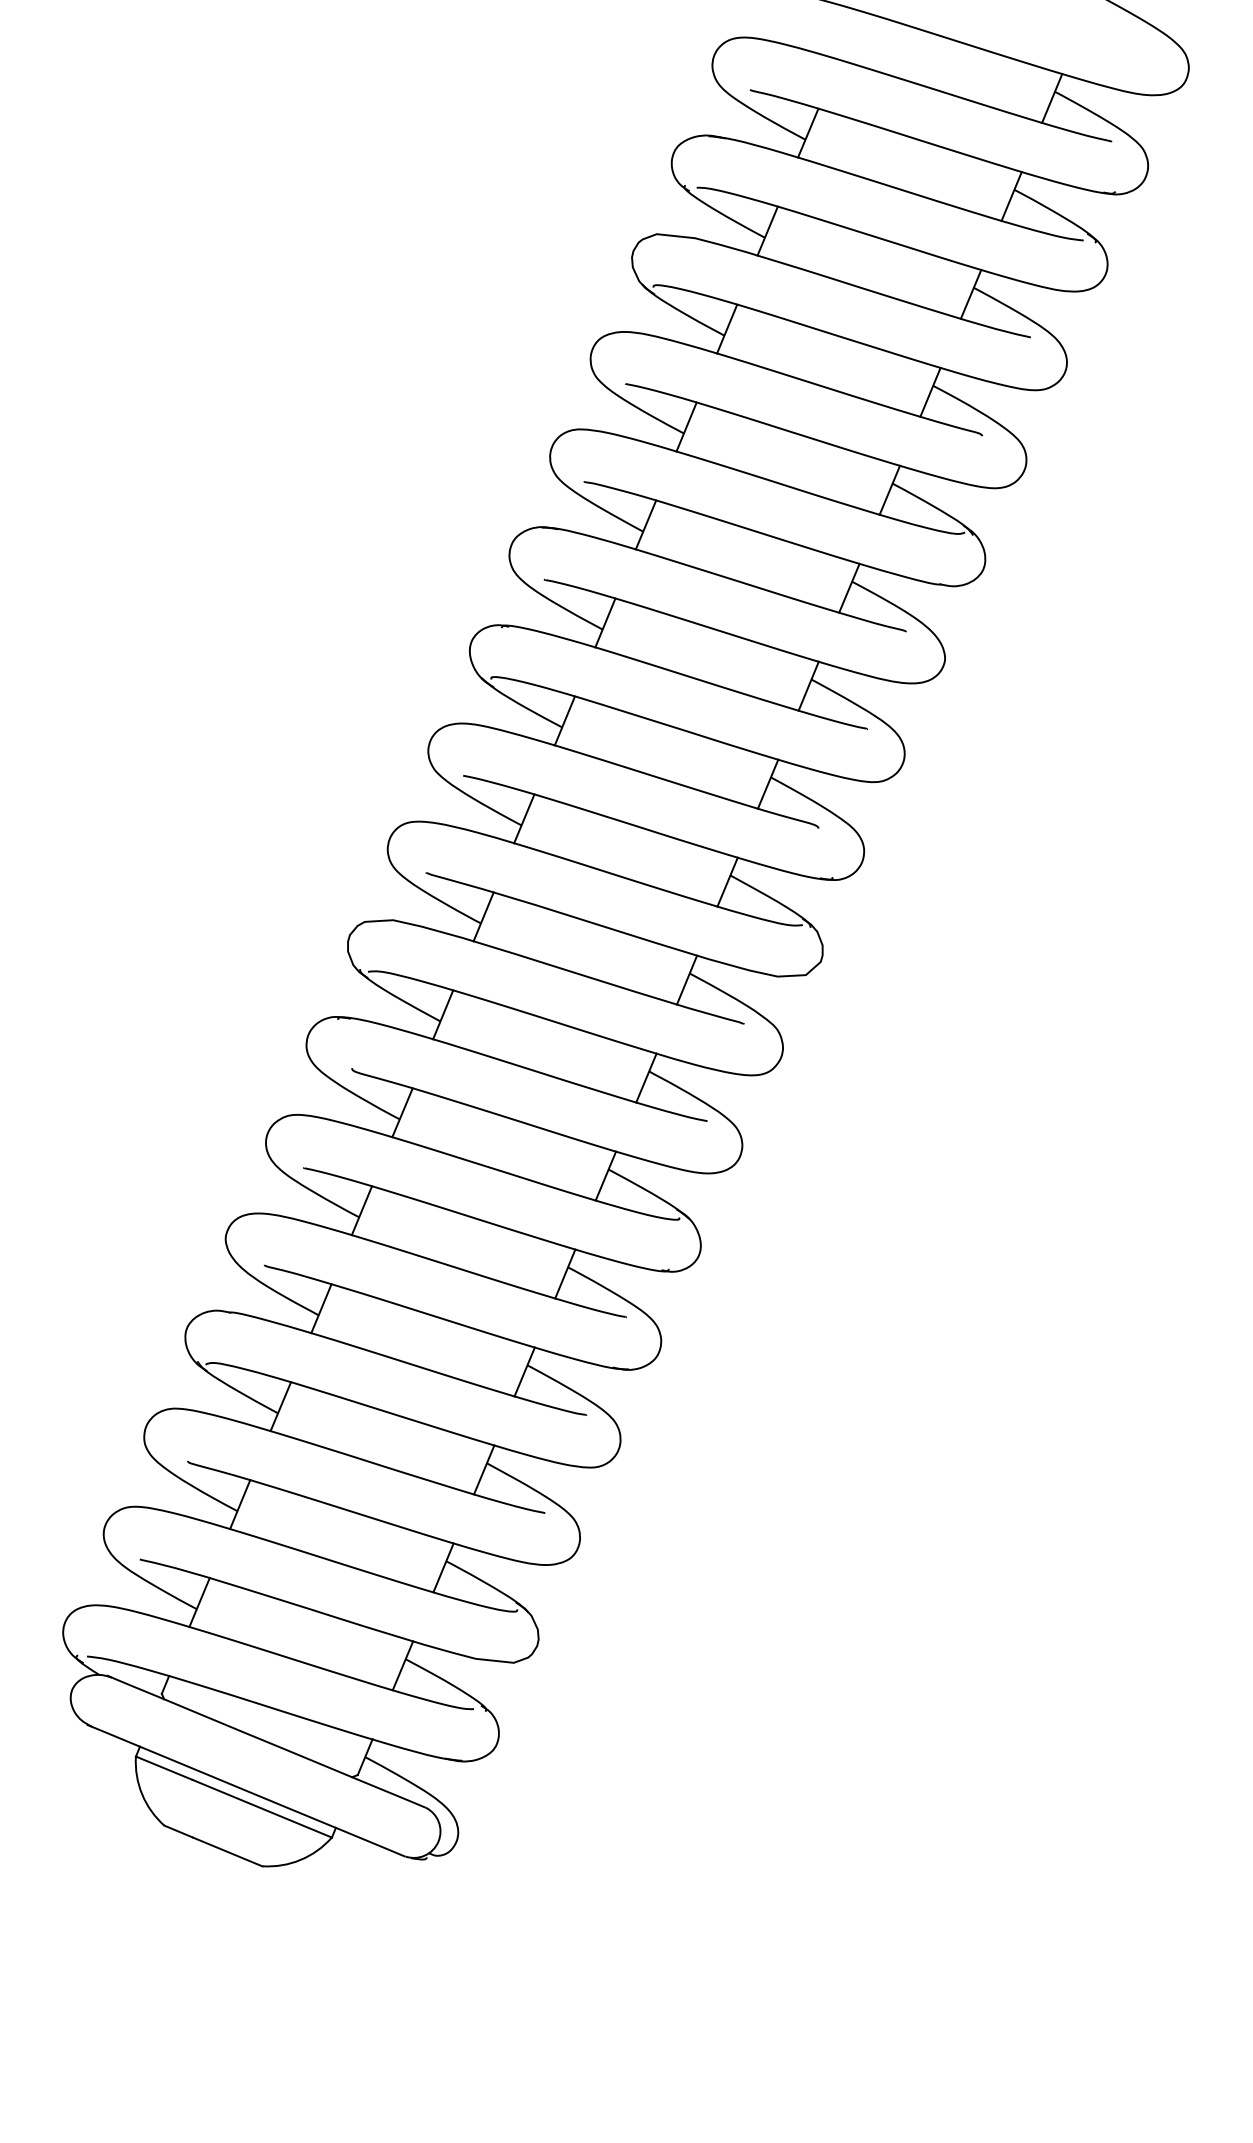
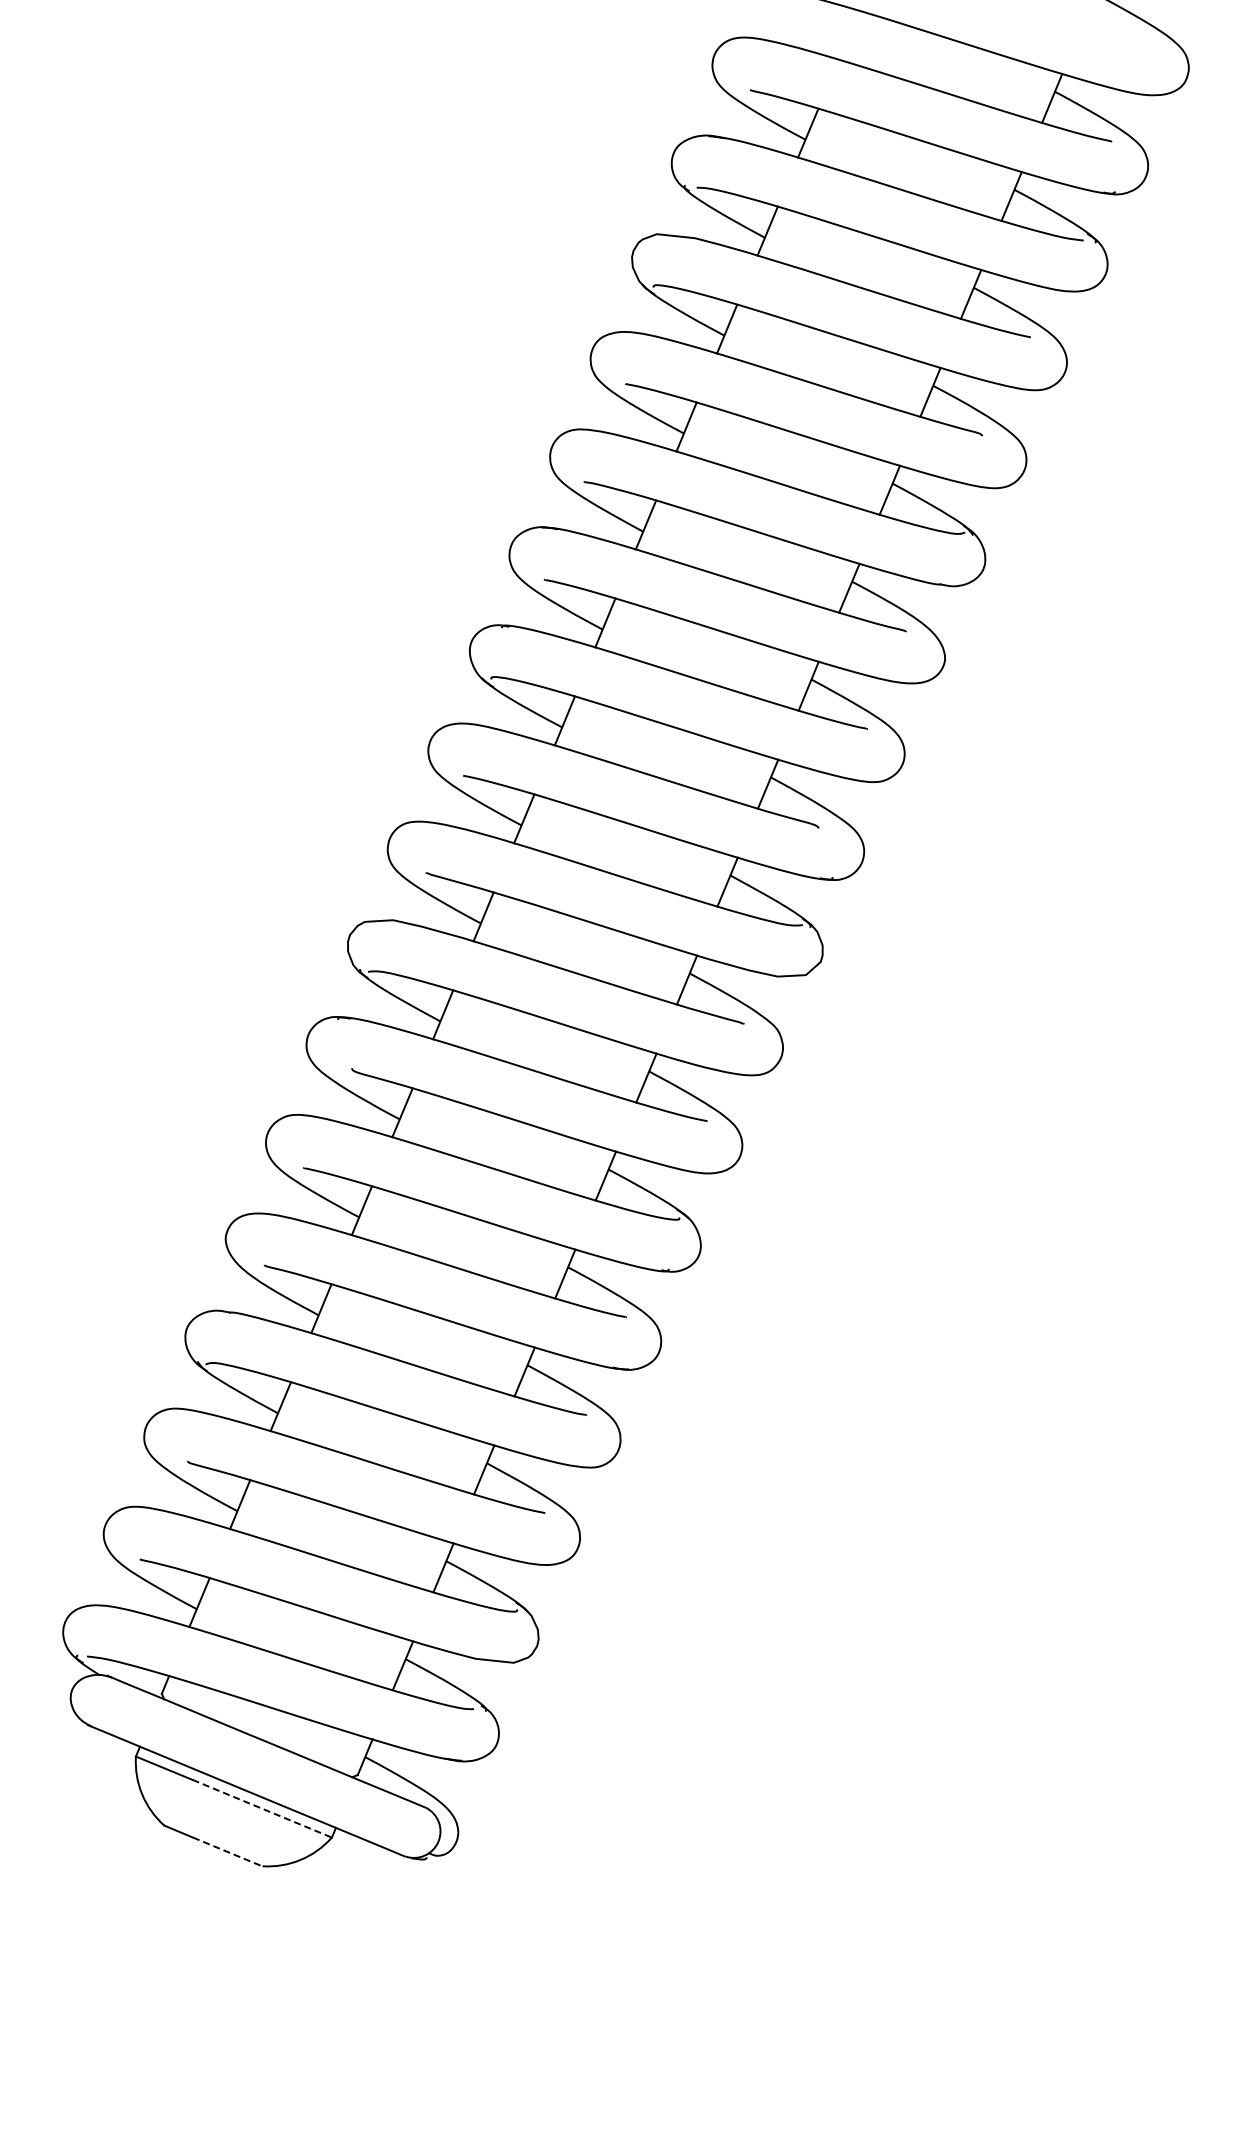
line at (262, 1808): solid -> dashed
line at (227, 1852): solid -> dashed
